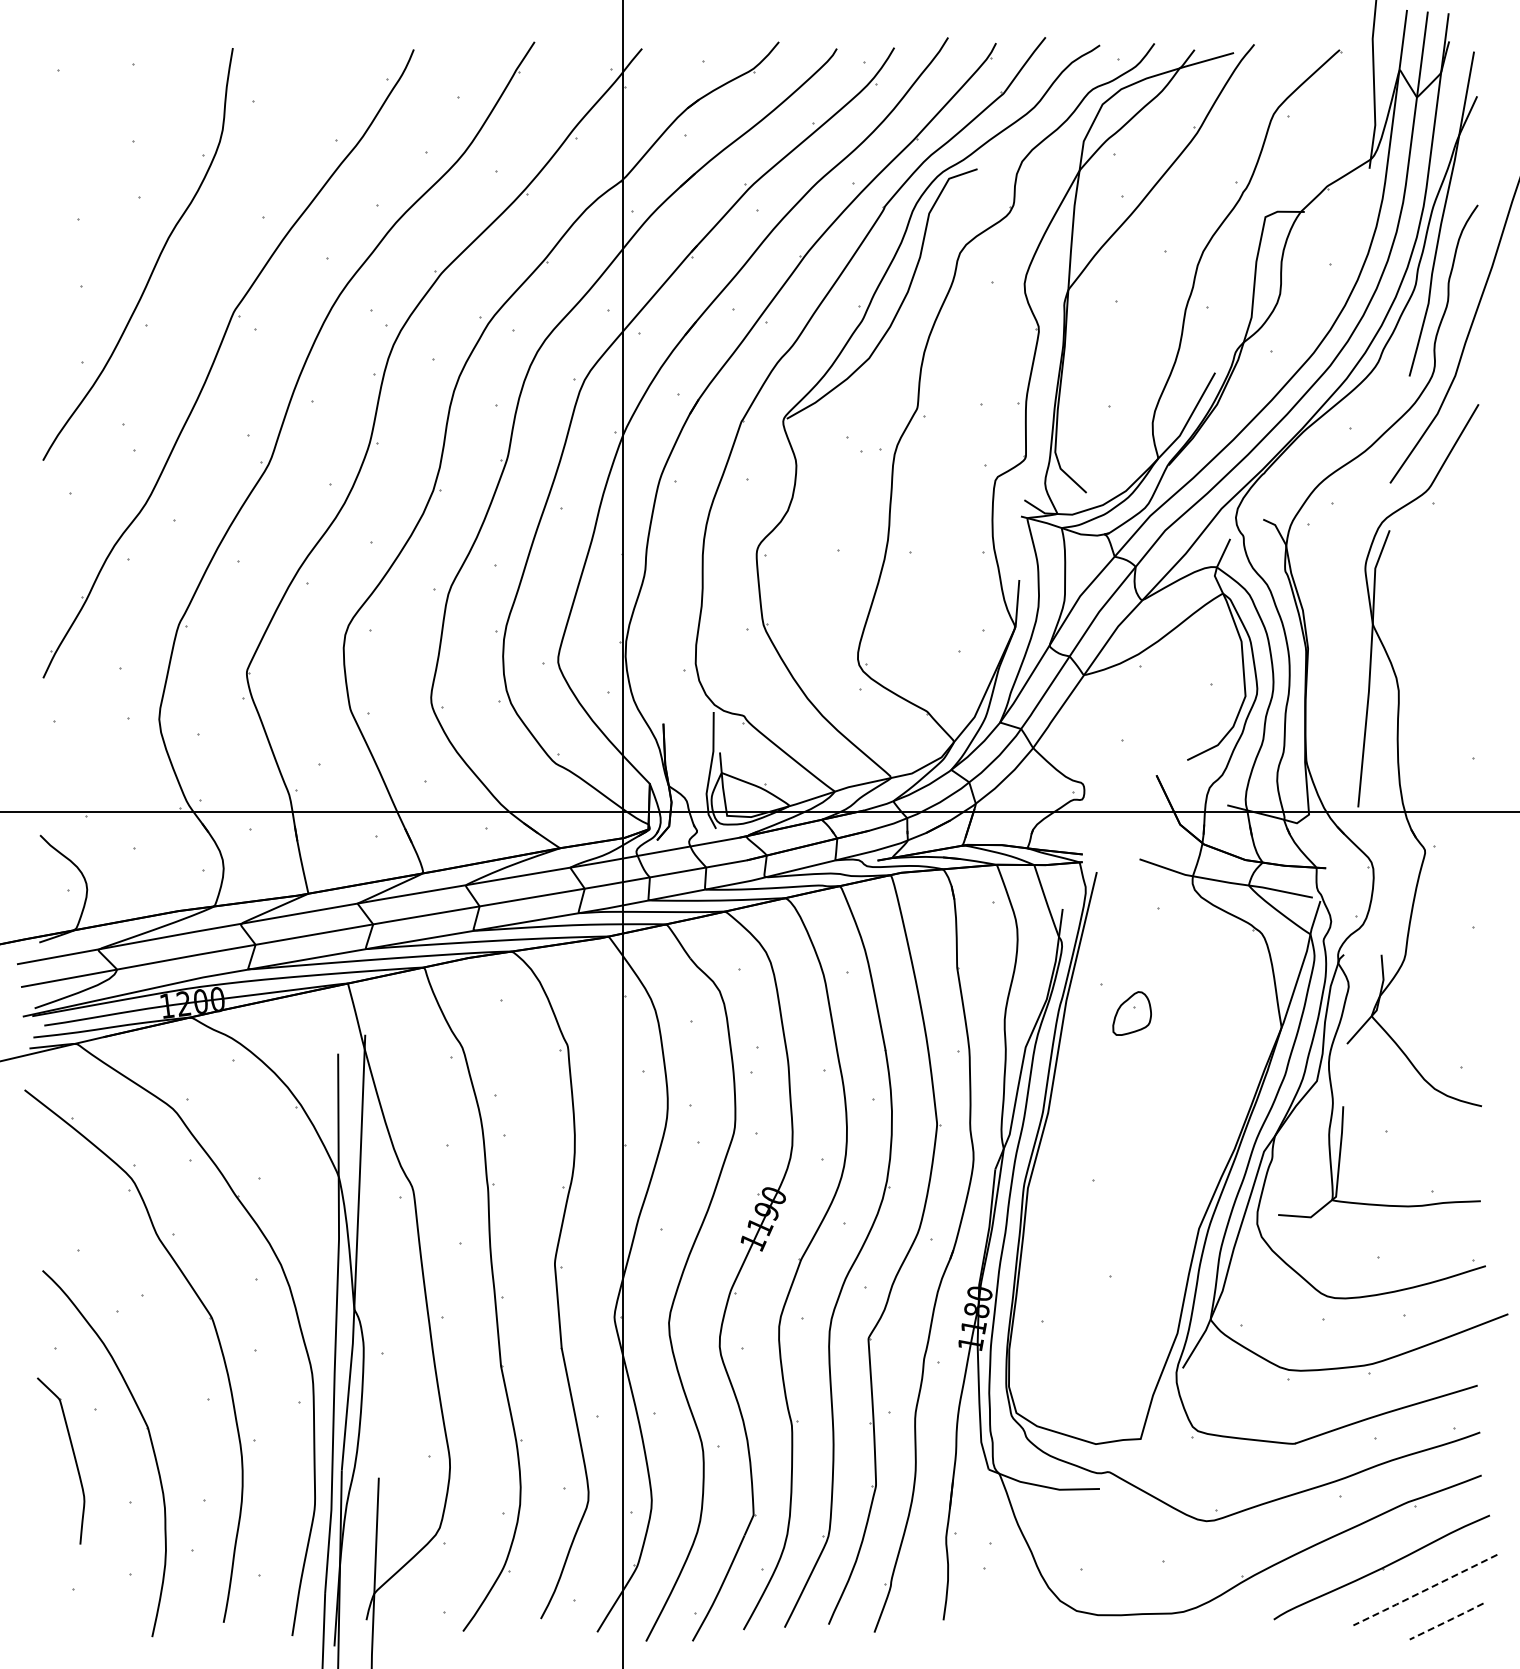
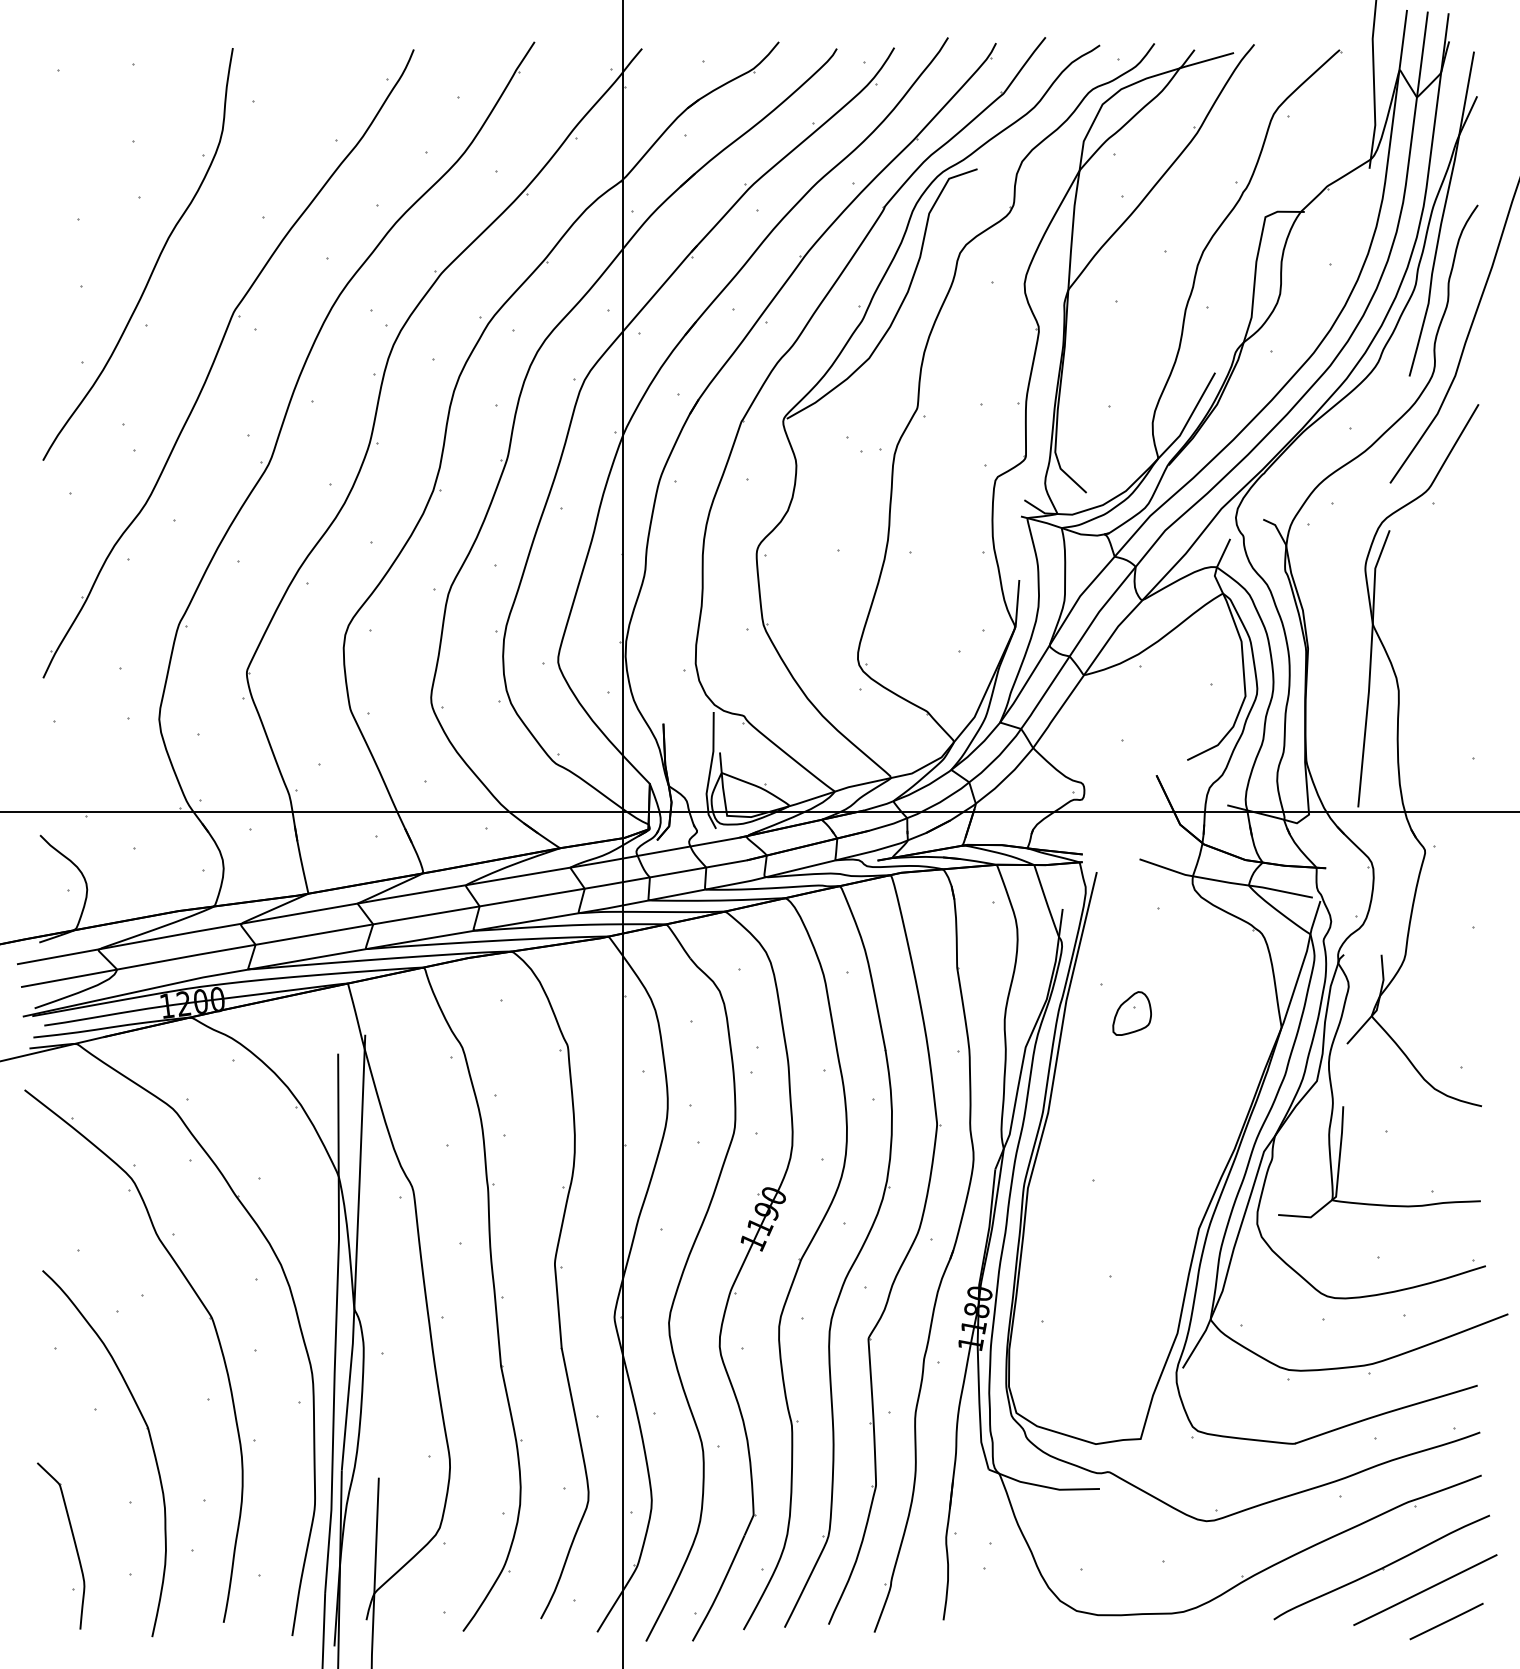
part at (73, 1456) position: (73, 1456) -> (73, 1541)
line at (1424, 1590): dashed -> solid
line at (1447, 1621): dashed -> solid
